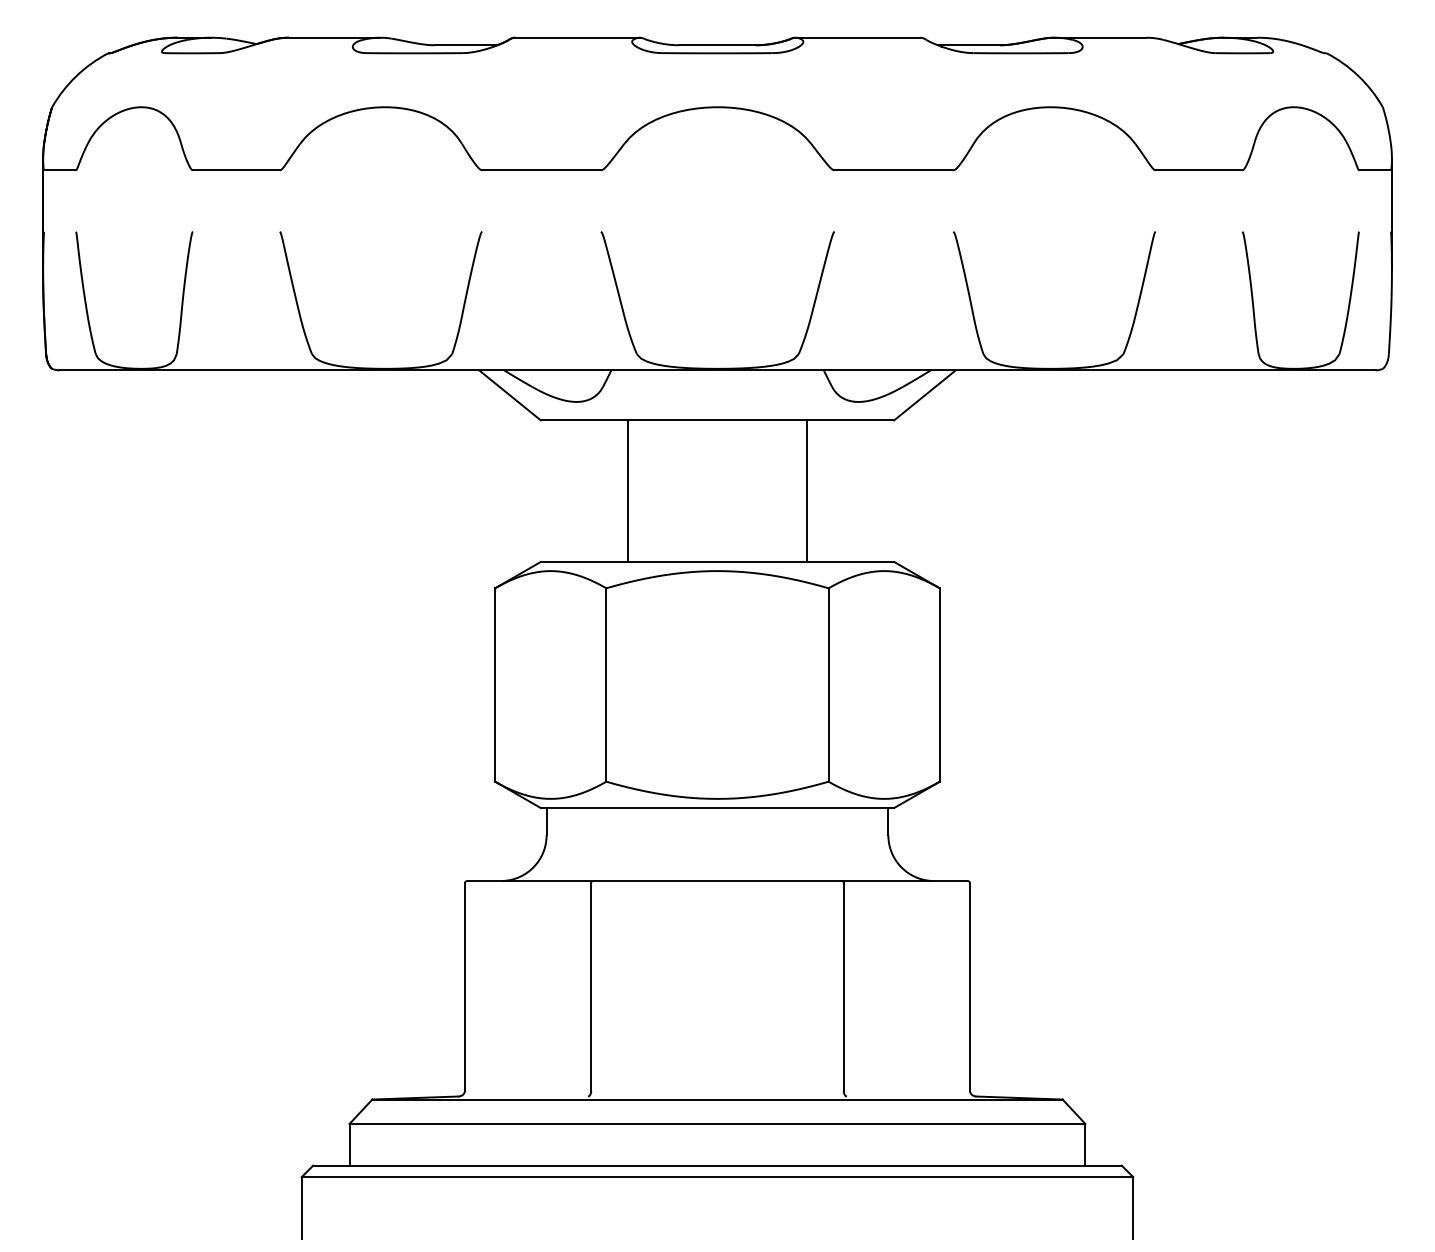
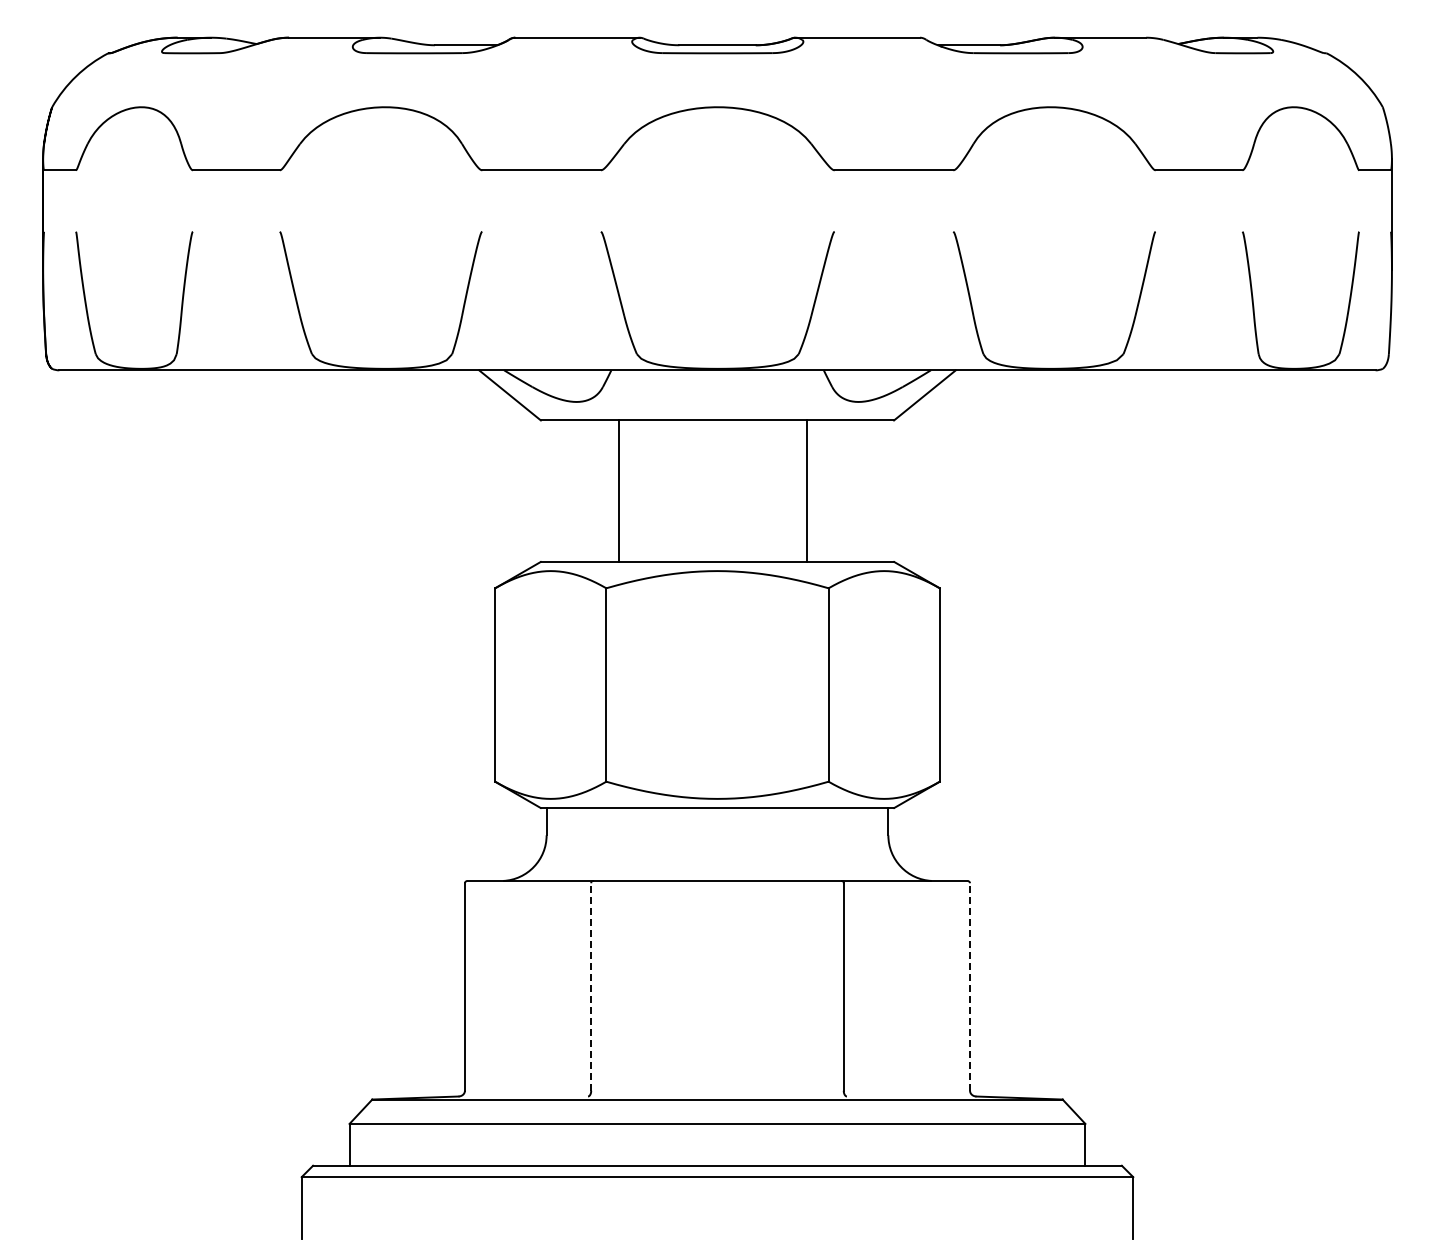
line at (627, 490) position: (627, 490) -> (618, 490)
line at (591, 987): solid -> dashed
line at (970, 987): solid -> dashed
